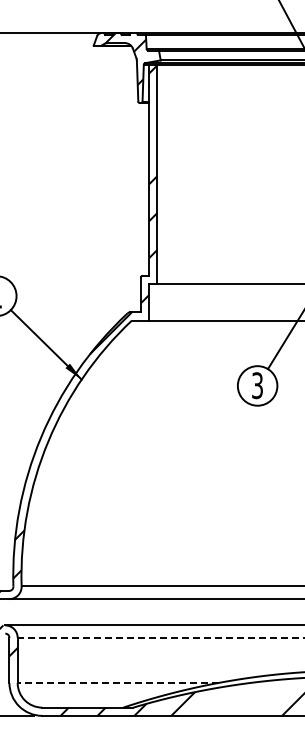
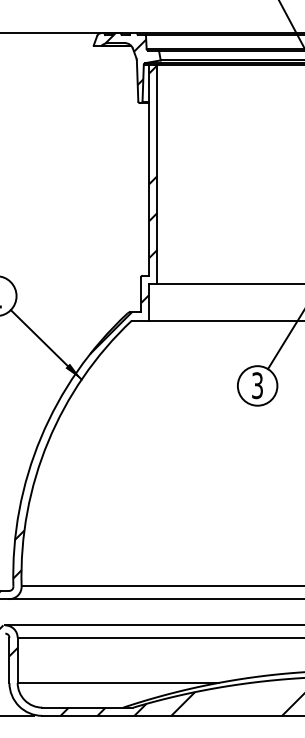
line at (160, 637): dashed -> solid
line at (117, 682): dashed -> solid
